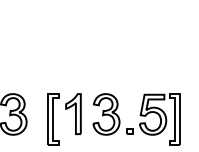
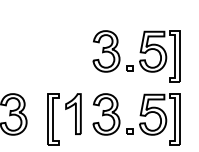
part at (136, 56): none -> present
